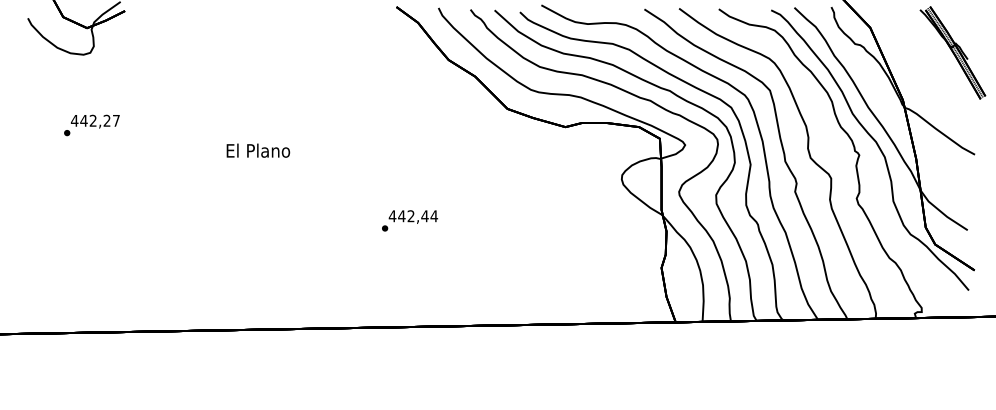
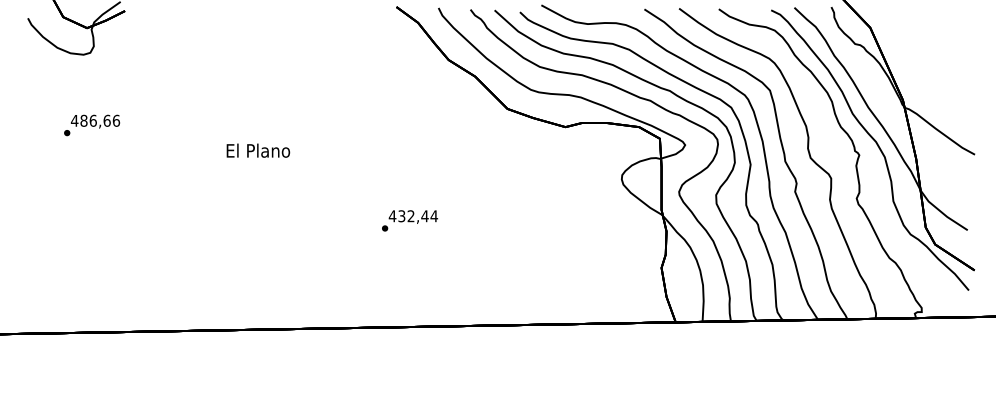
part at (952, 52): present -> none
text at (100, 120): 442,27 -> 486,66
text at (401, 216): 442,44 -> 432,44
